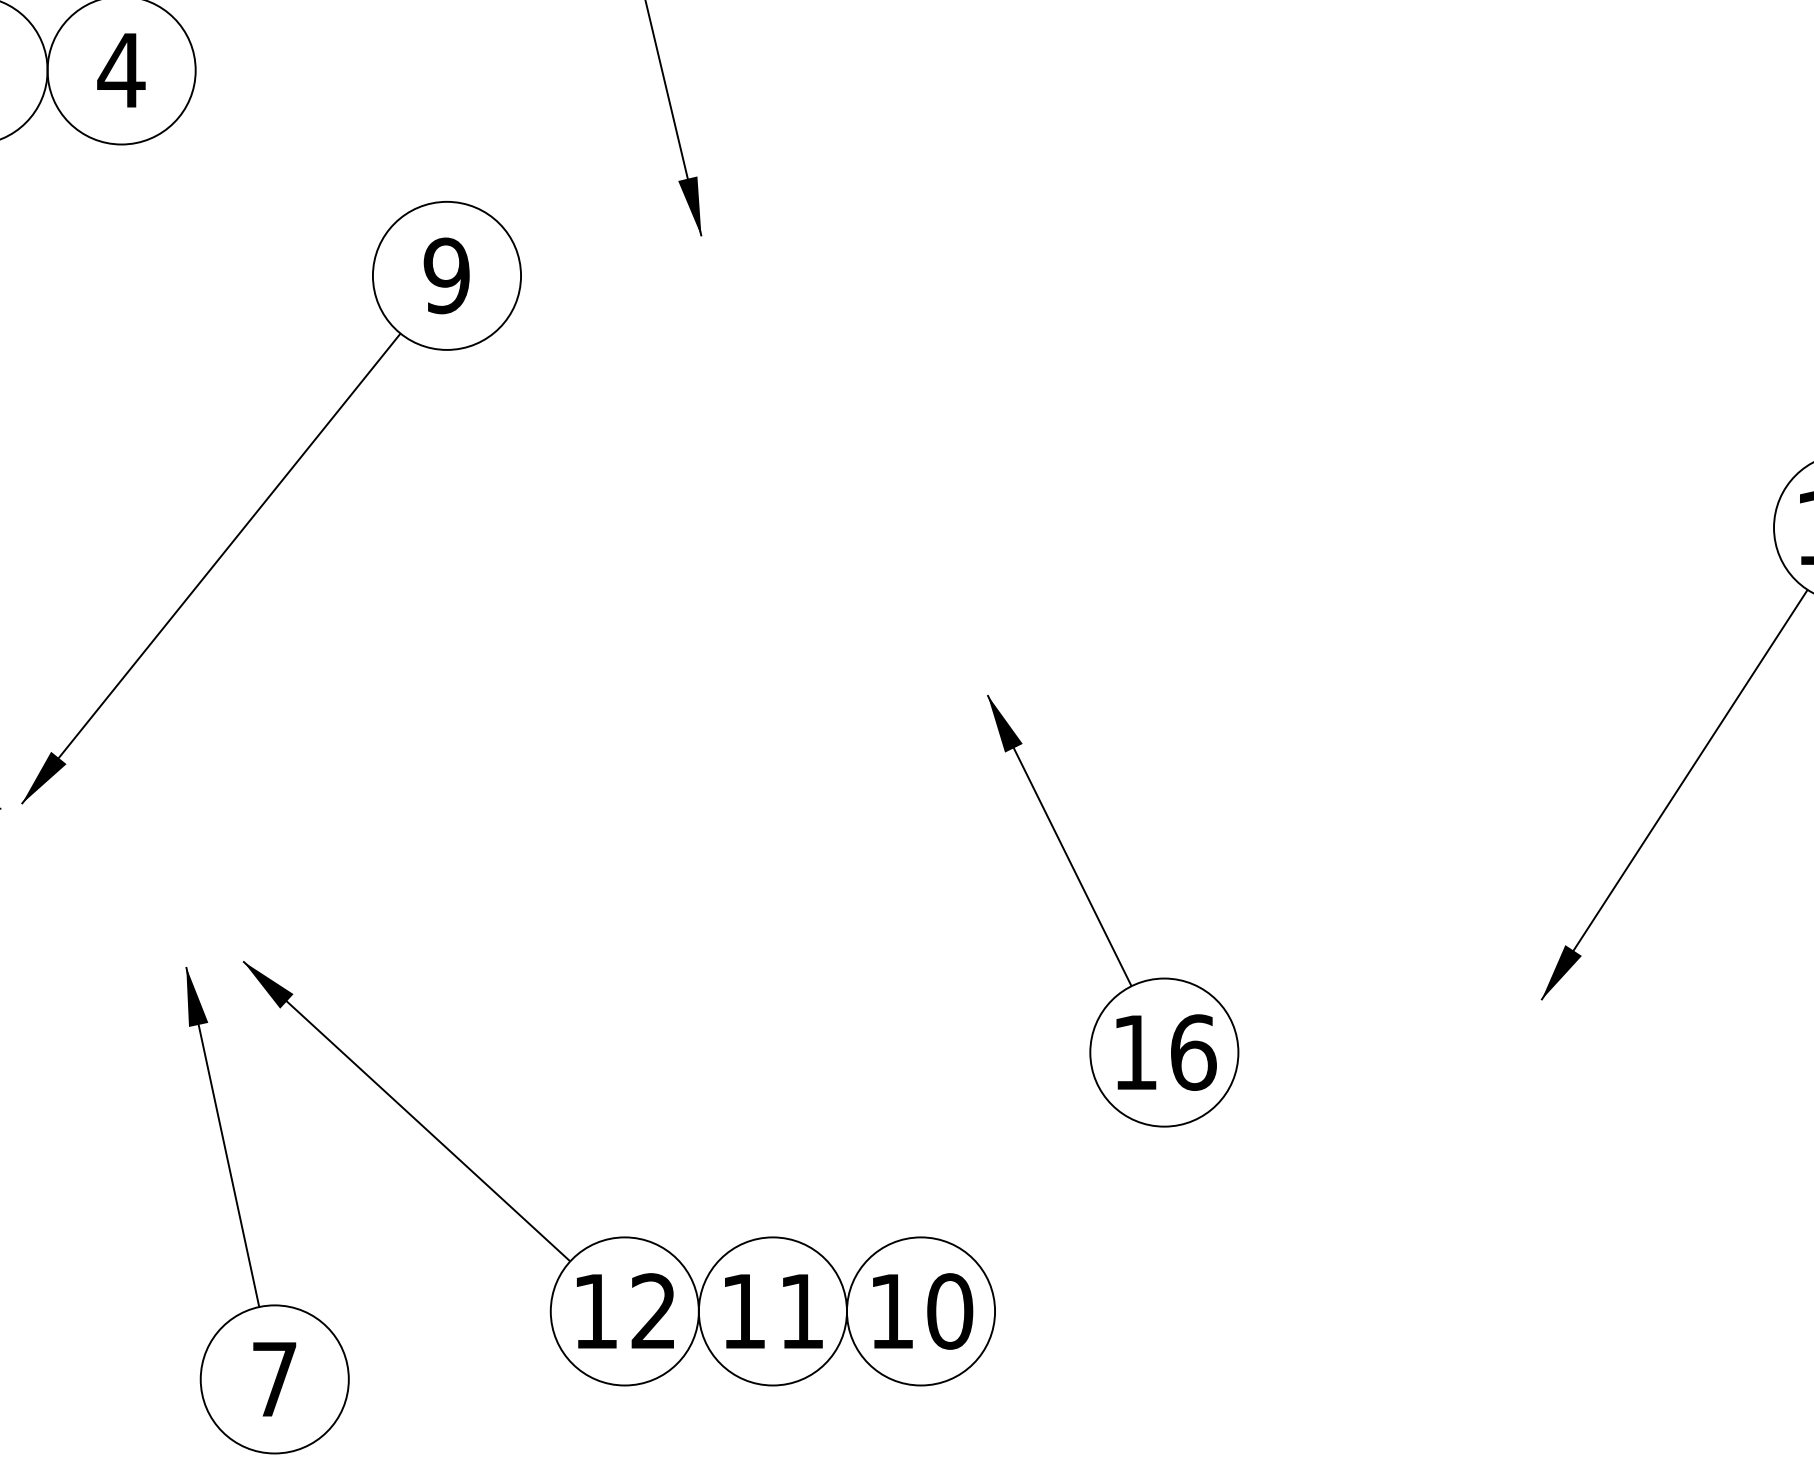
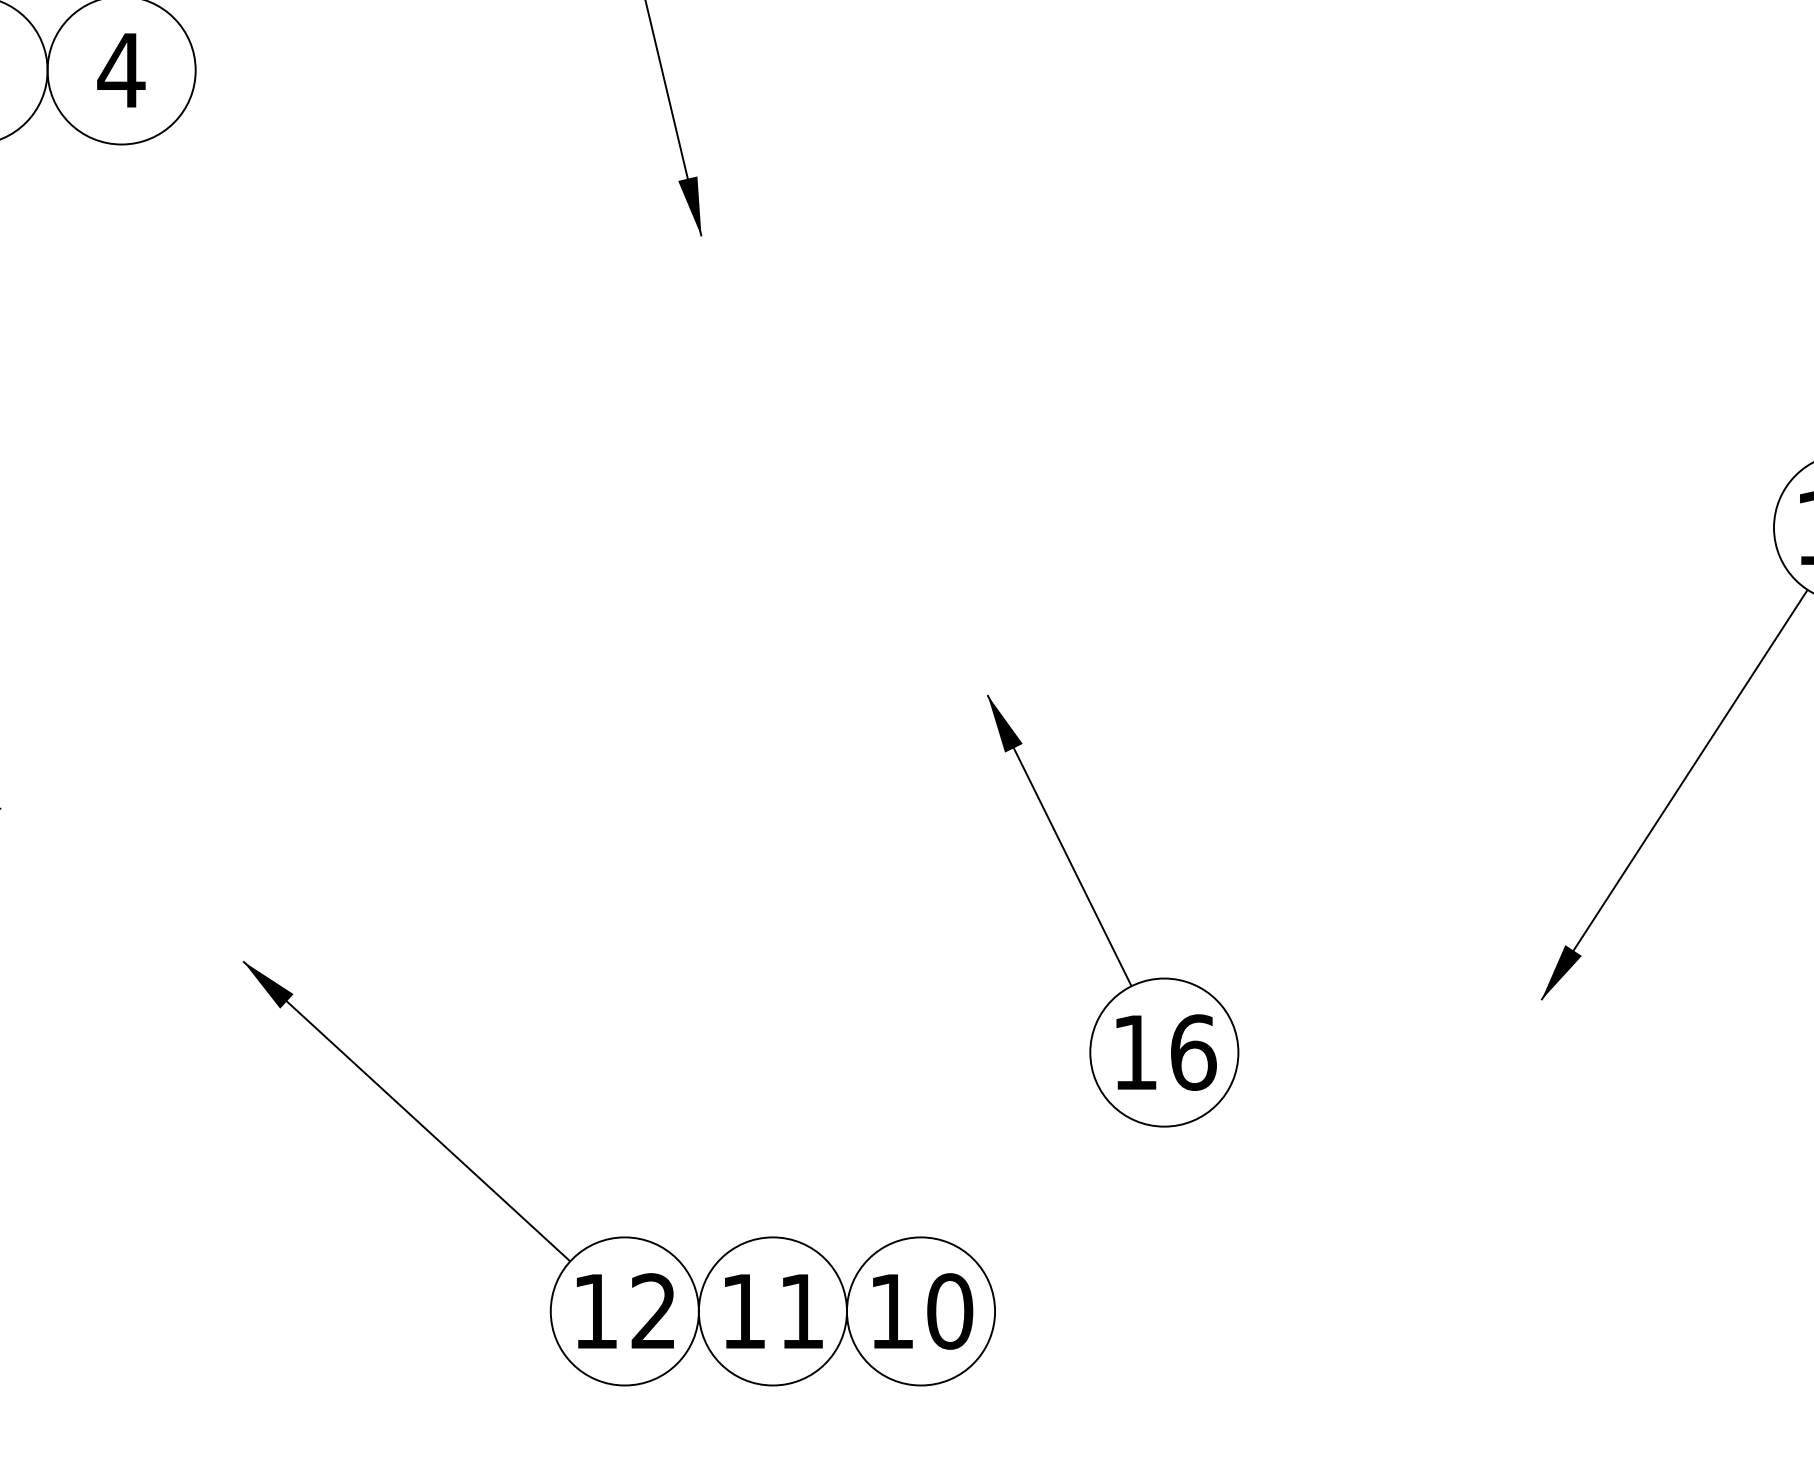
part at (271, 502): present -> none
part at (240, 1213): present -> none
